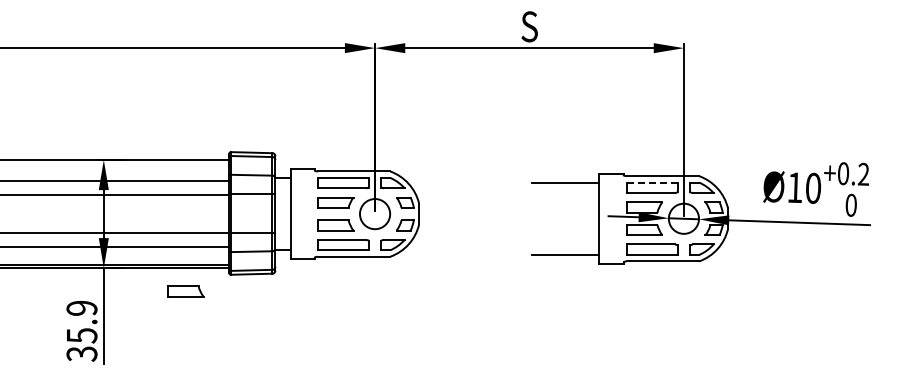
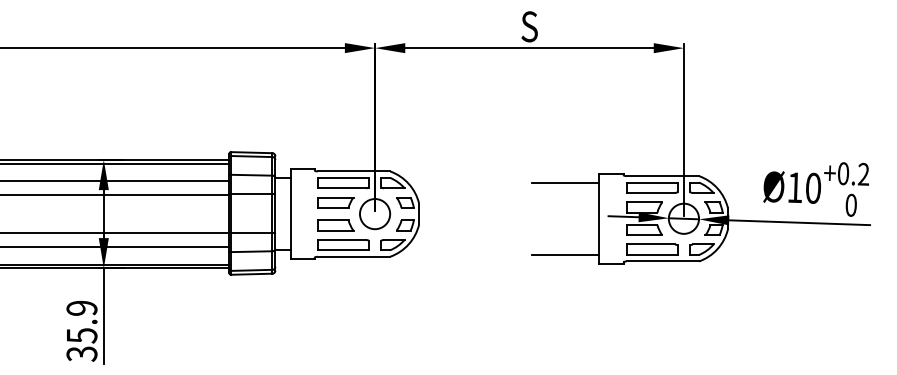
line at (115, 163): none -> present
line at (652, 182): dashed -> solid
part at (185, 291): present -> none
